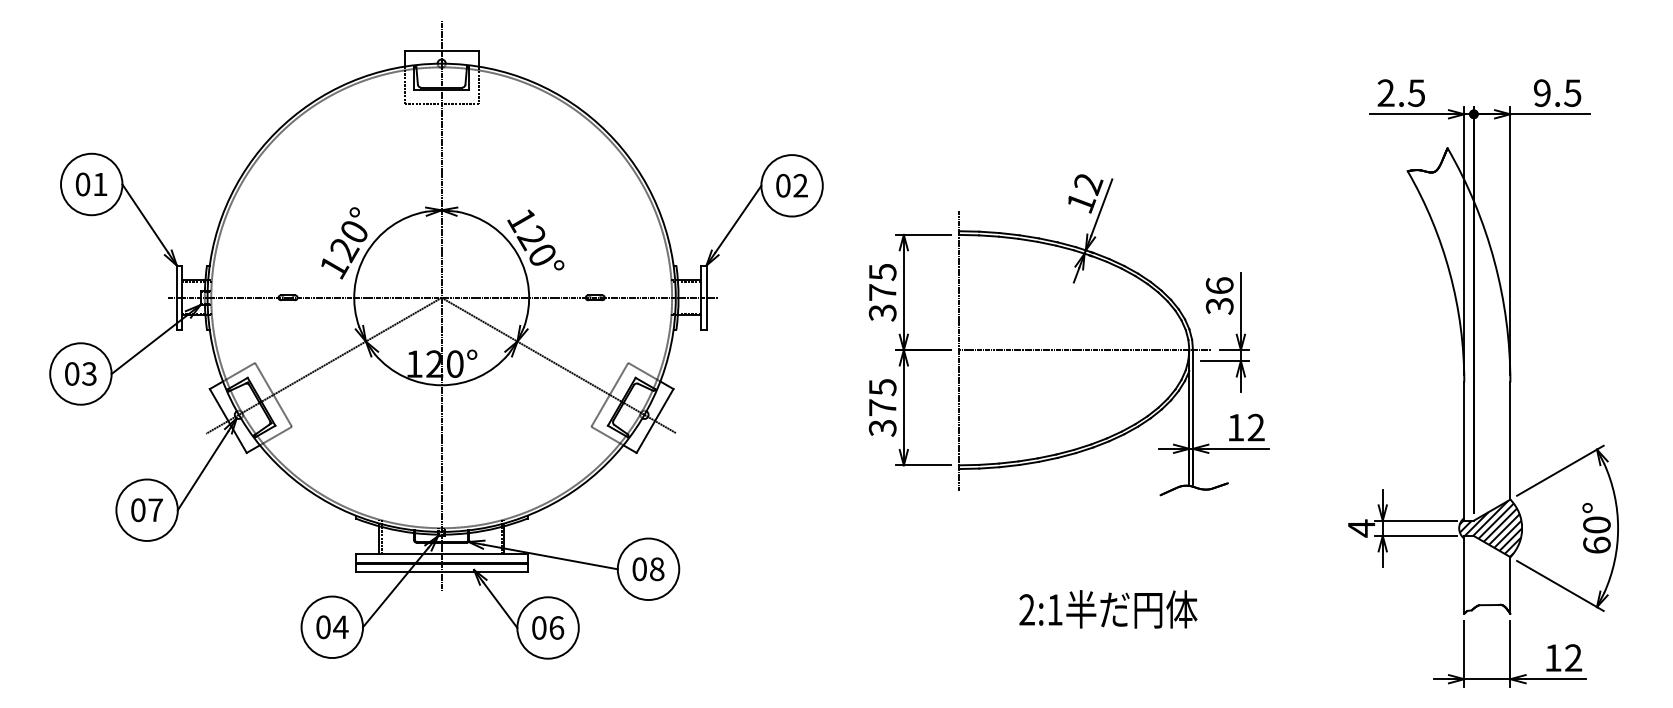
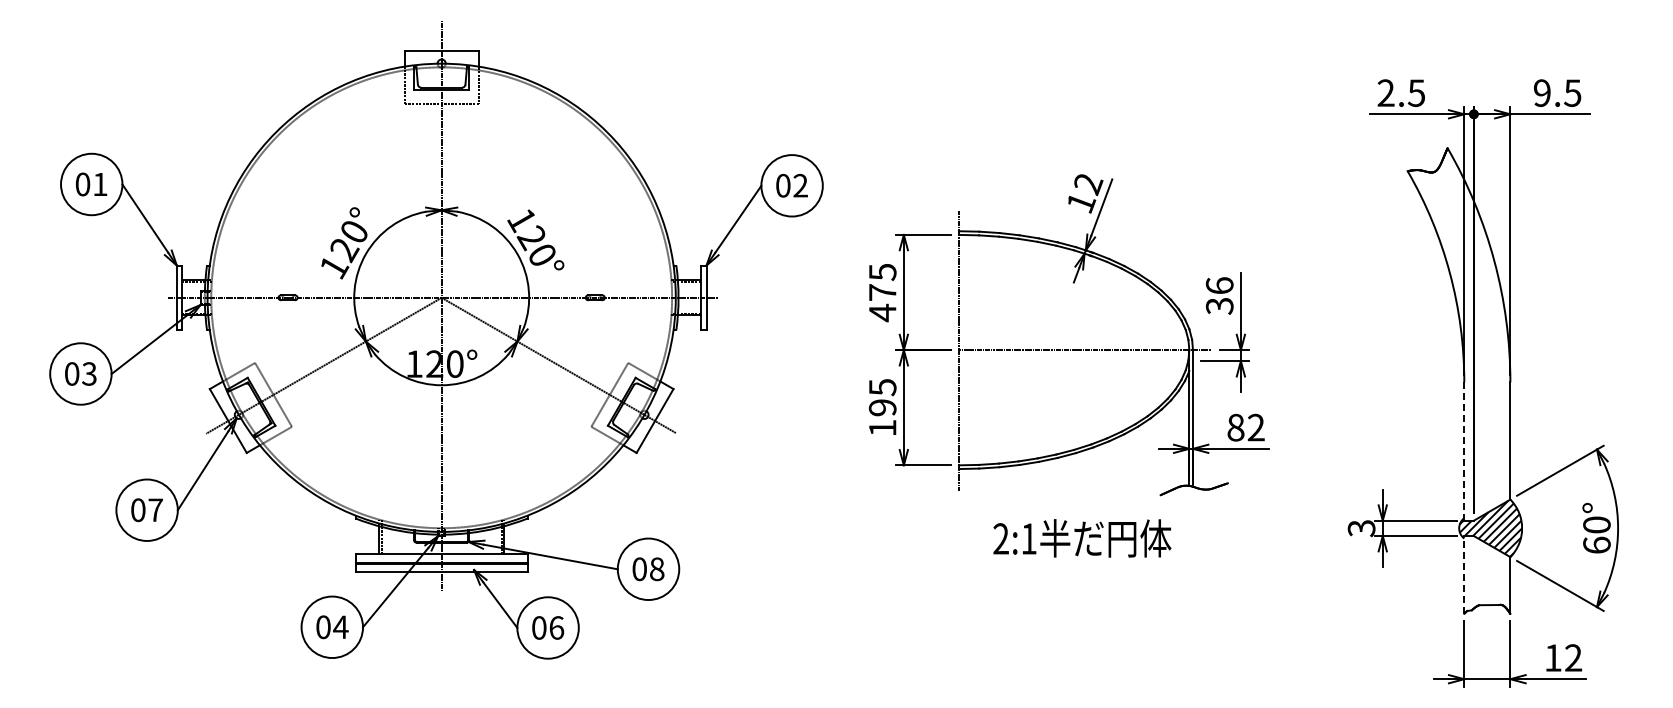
text at (882, 312): 375 -> 475
text at (882, 417): 375 -> 195
text at (1235, 427): 12 -> 82
line at (1464, 451): solid -> dashed
text at (1361, 528): 4 -> 3
line at (1464, 574): solid -> dashed
text at (1108, 609) position: (1108, 609) -> (1082, 538)
